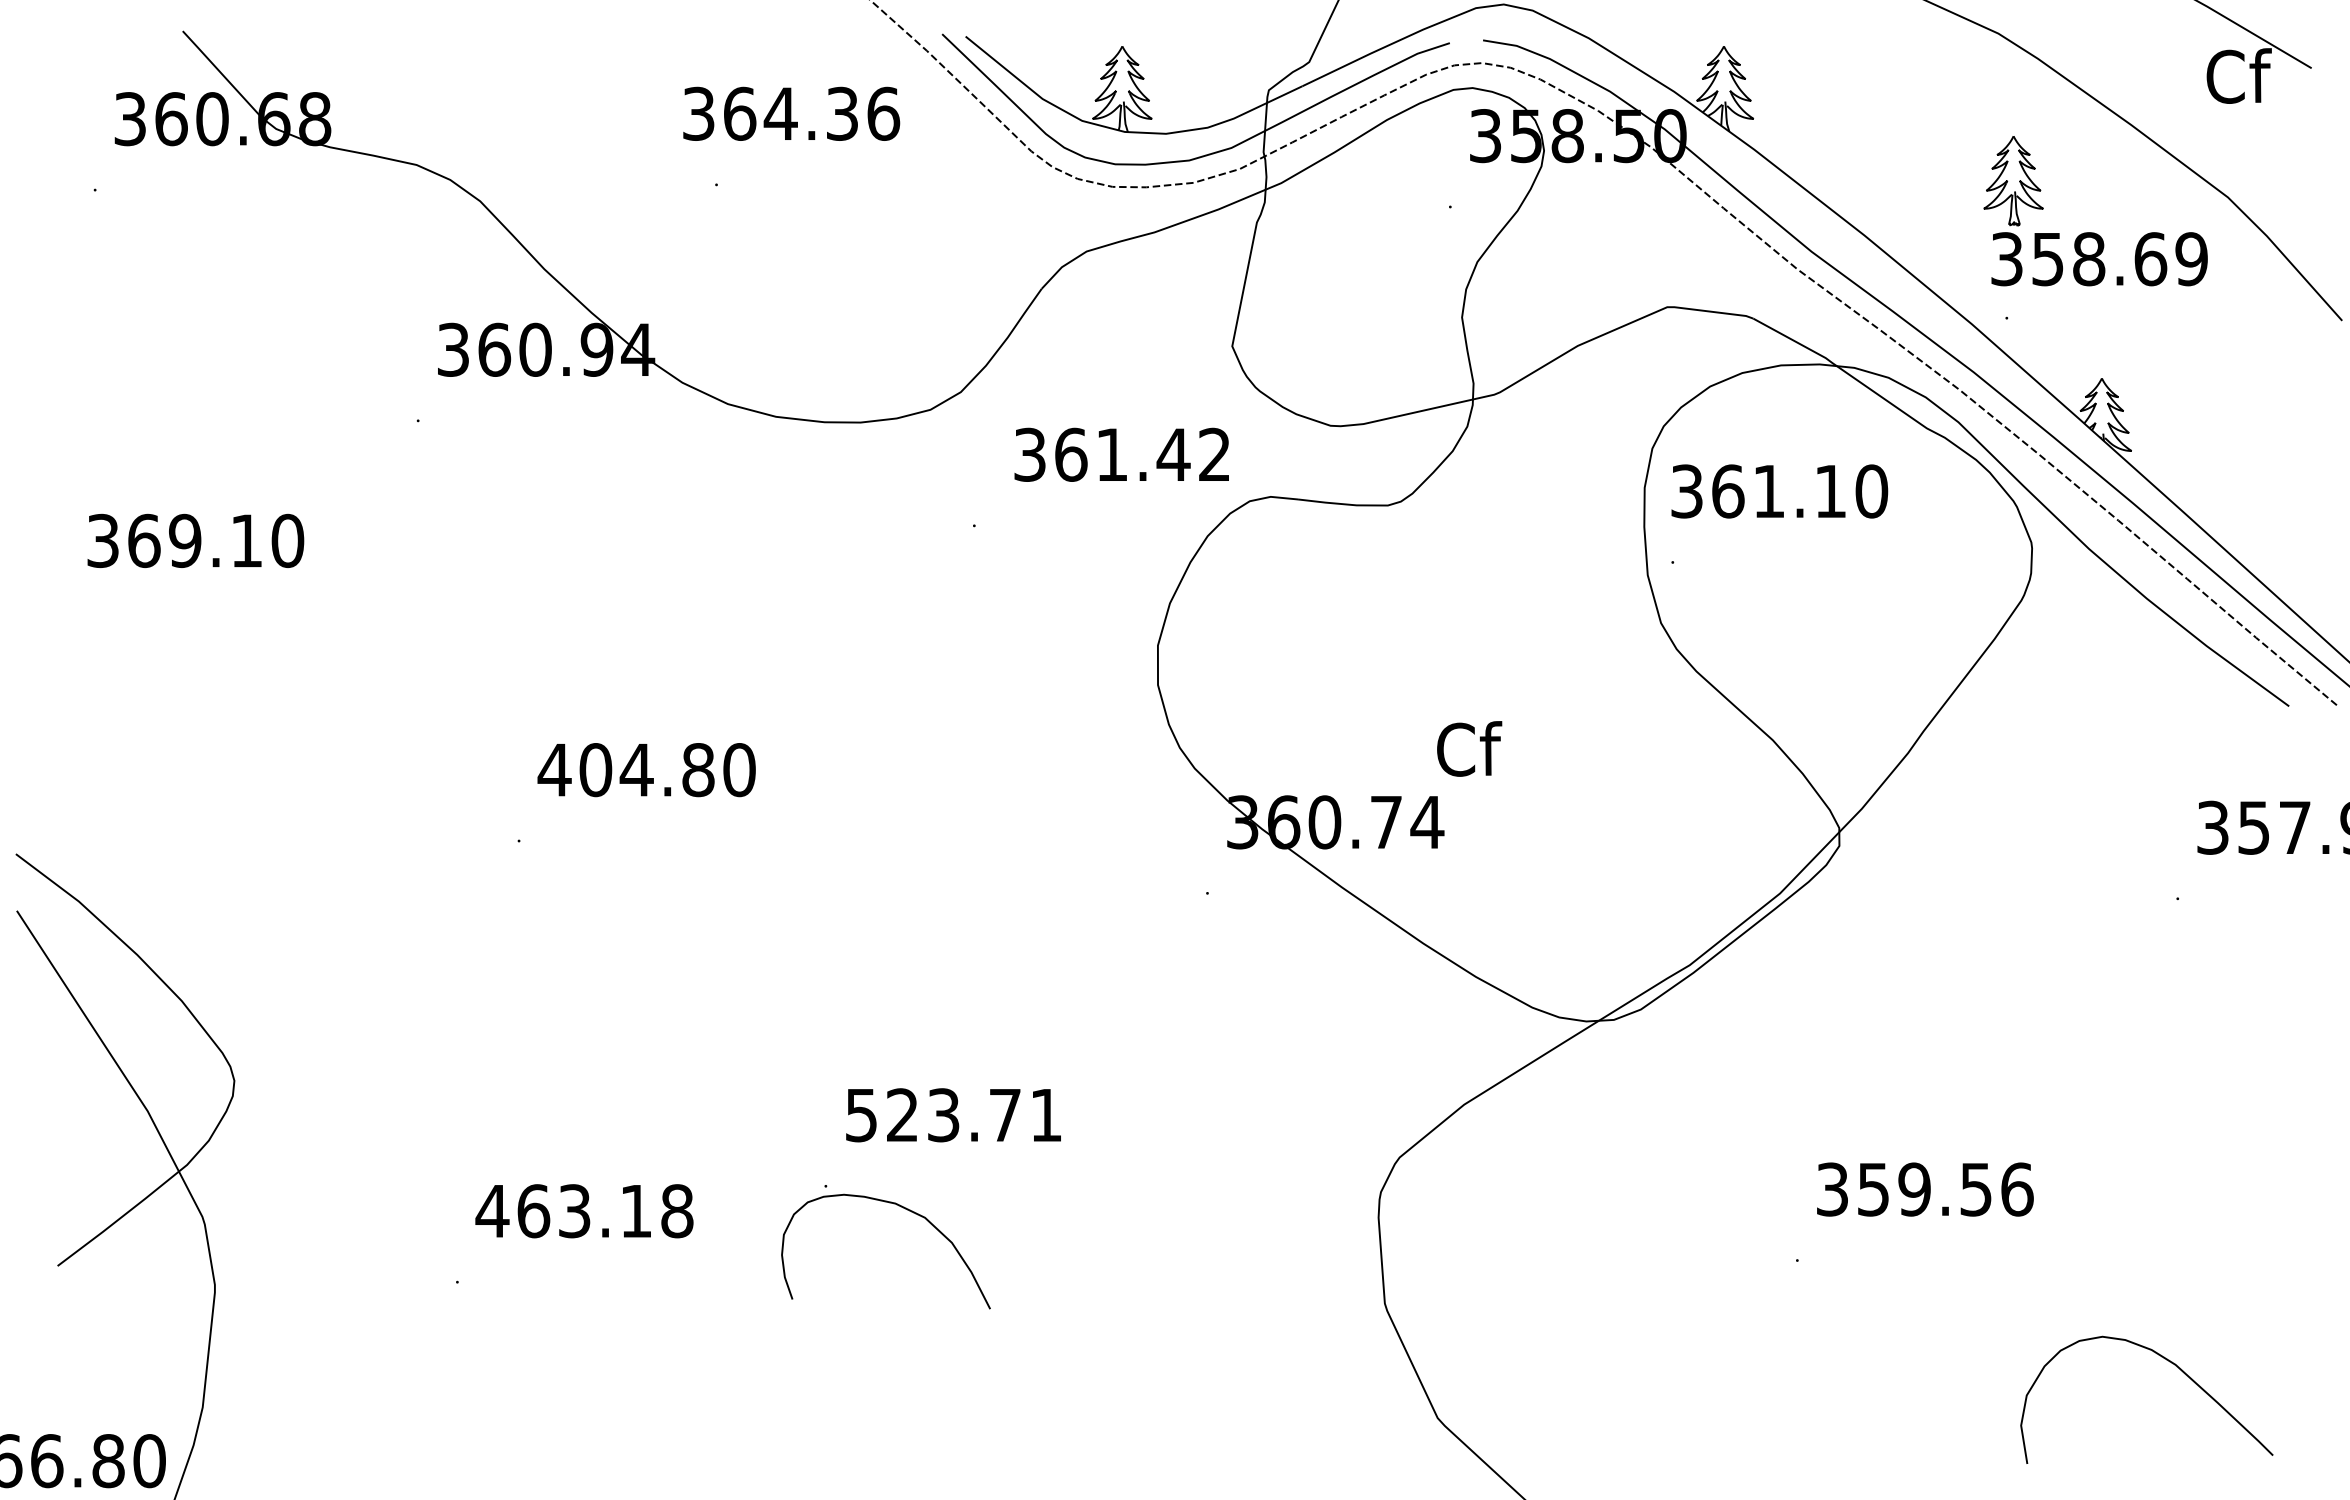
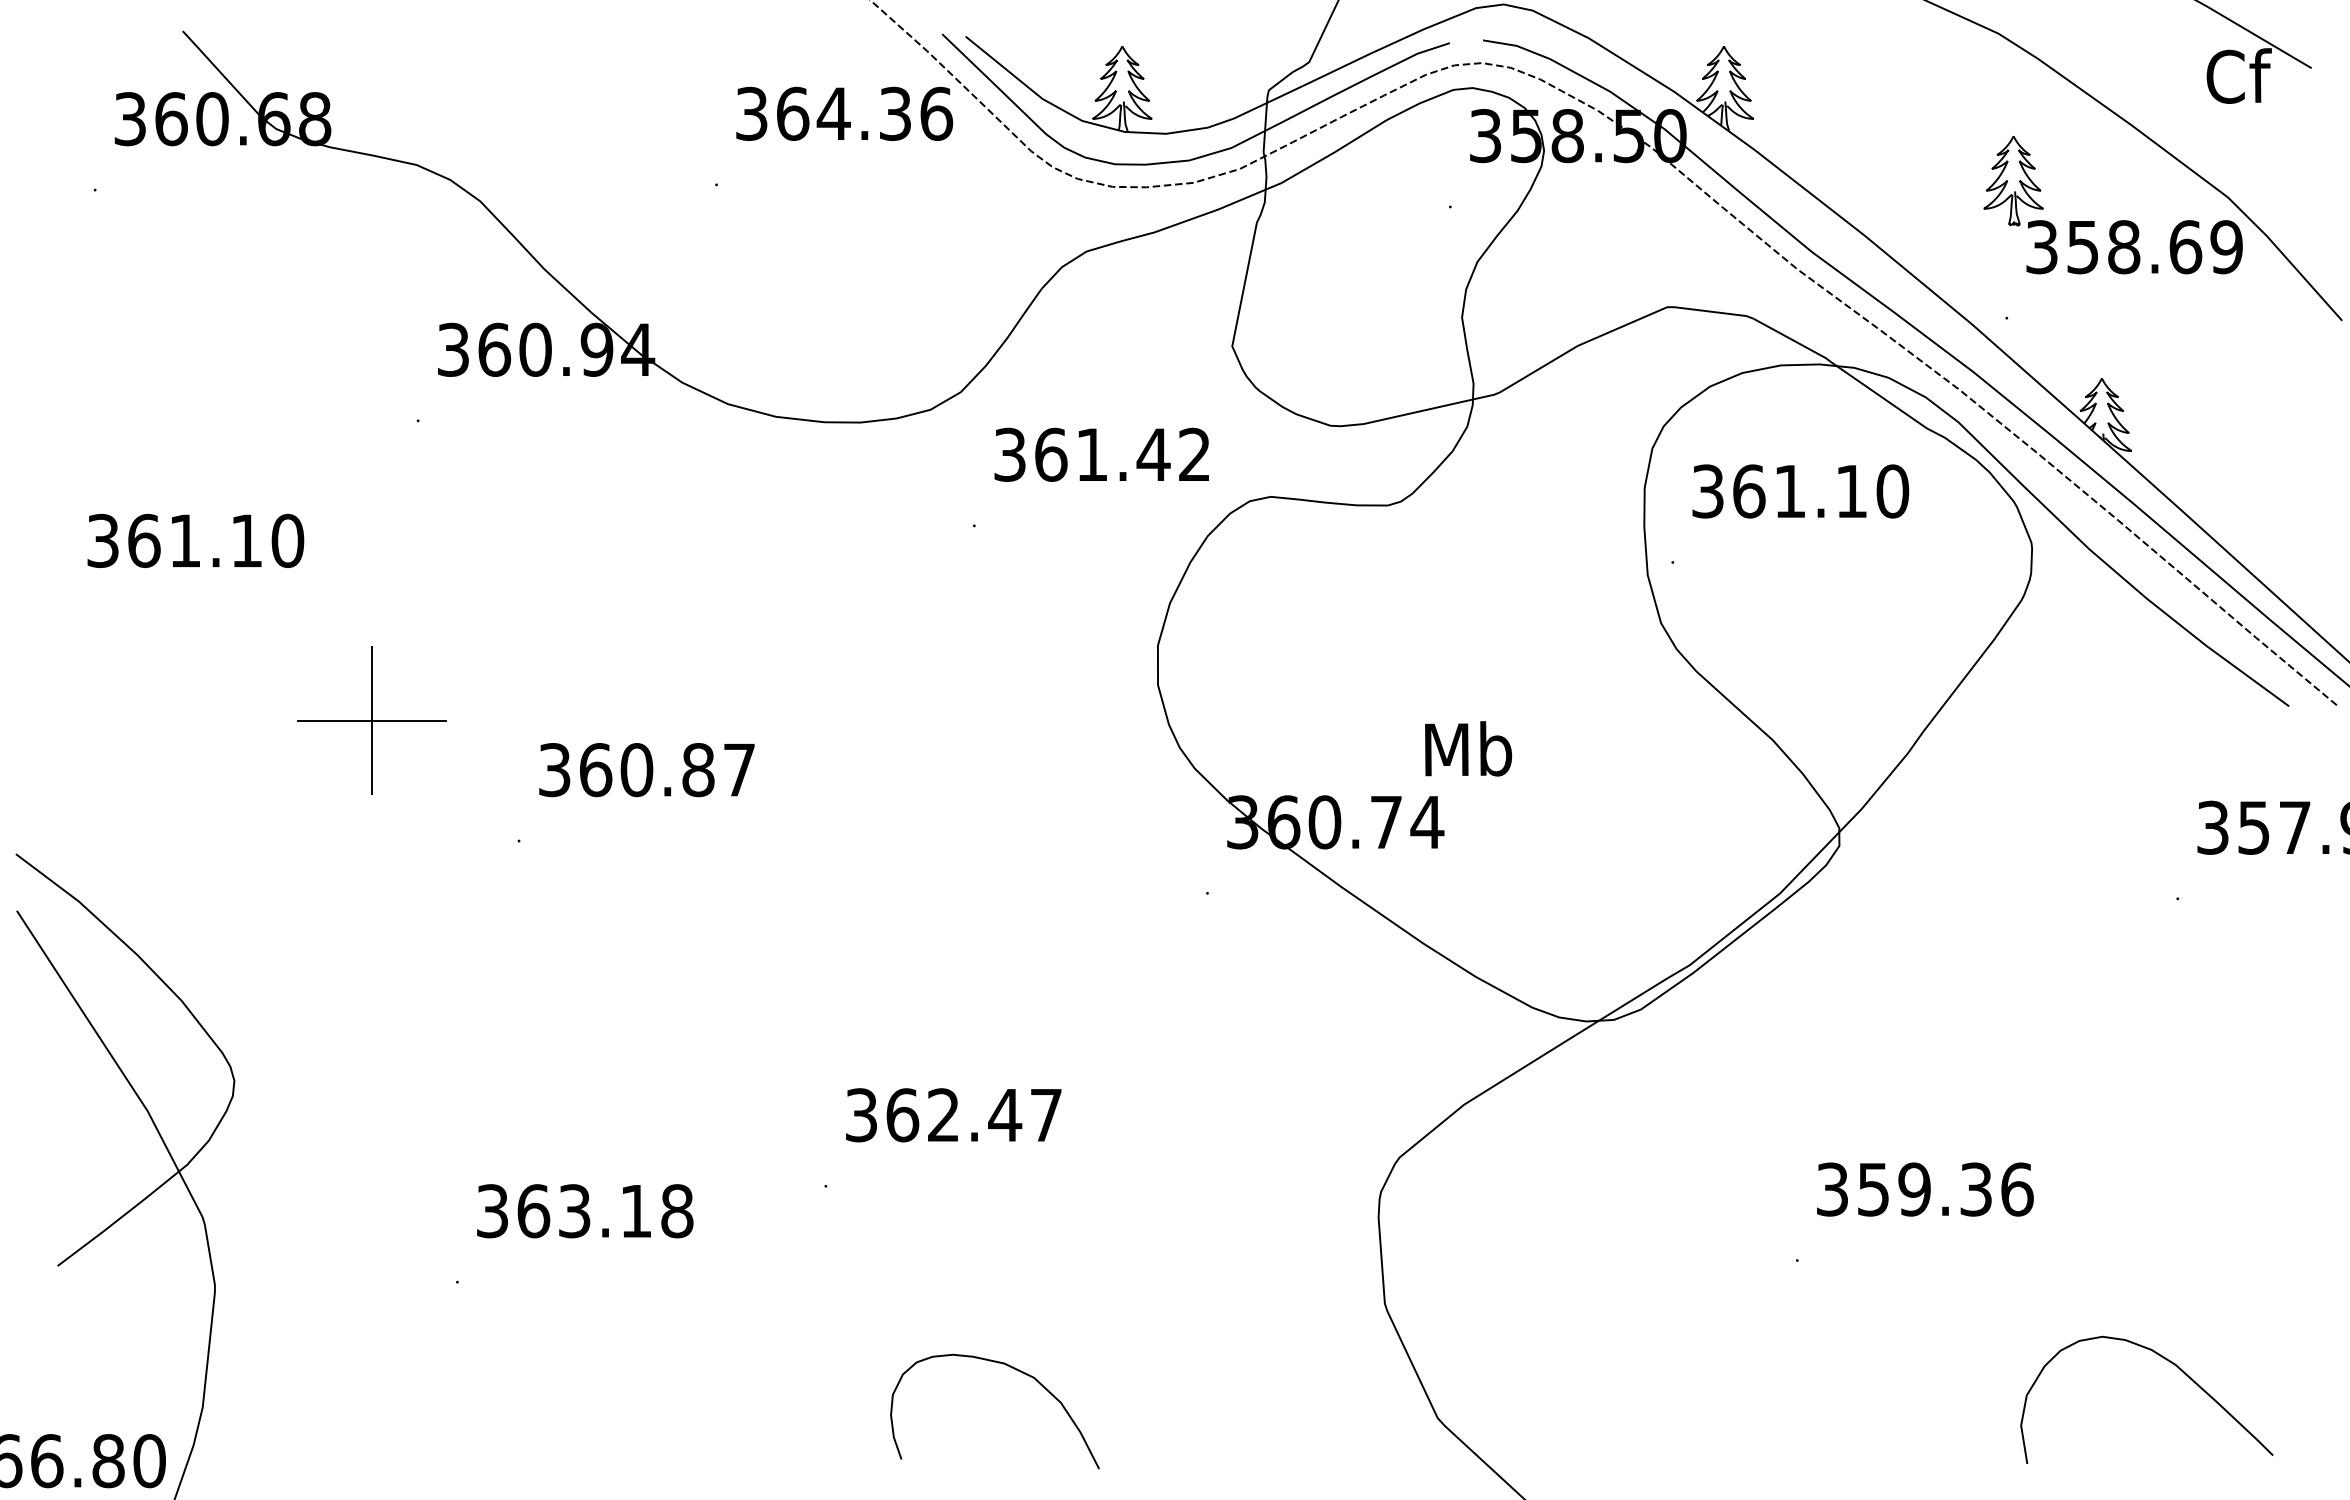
text at (791, 113) position: (791, 113) -> (844, 113)
text at (2099, 259) position: (2099, 259) -> (2134, 247)
text at (1121, 454) position: (1121, 454) -> (1101, 454)
text at (1779, 491) position: (1779, 491) -> (1800, 491)
text at (185, 540): 369.10 -> 361.10
part at (371, 720): none -> present
text at (1468, 748): Cf -> Mb
text at (646, 770): 404.80 -> 360.87
text at (953, 1115): 523.71 -> 362.47
text at (1976, 1189): 359.56 -> 359.36
curve at (905, 1209) position: (905, 1209) -> (1014, 1369)
text at (492, 1211): 463.18 -> 363.18
